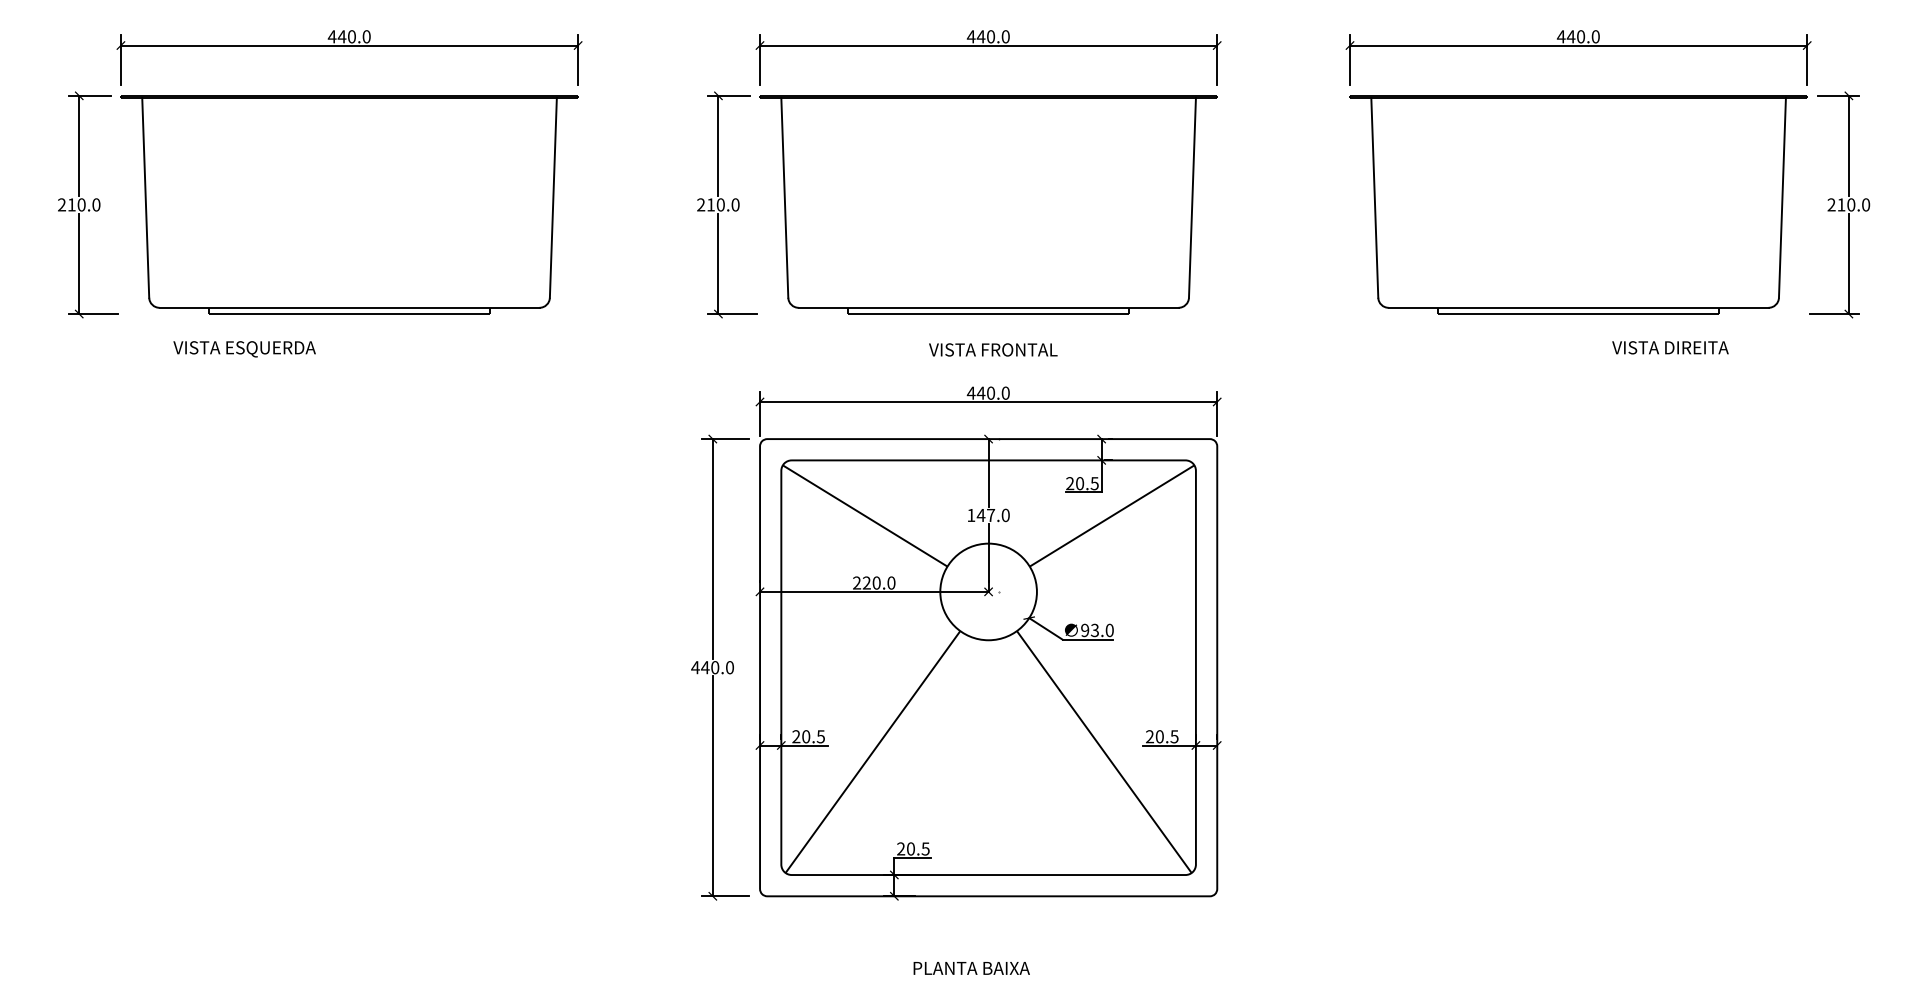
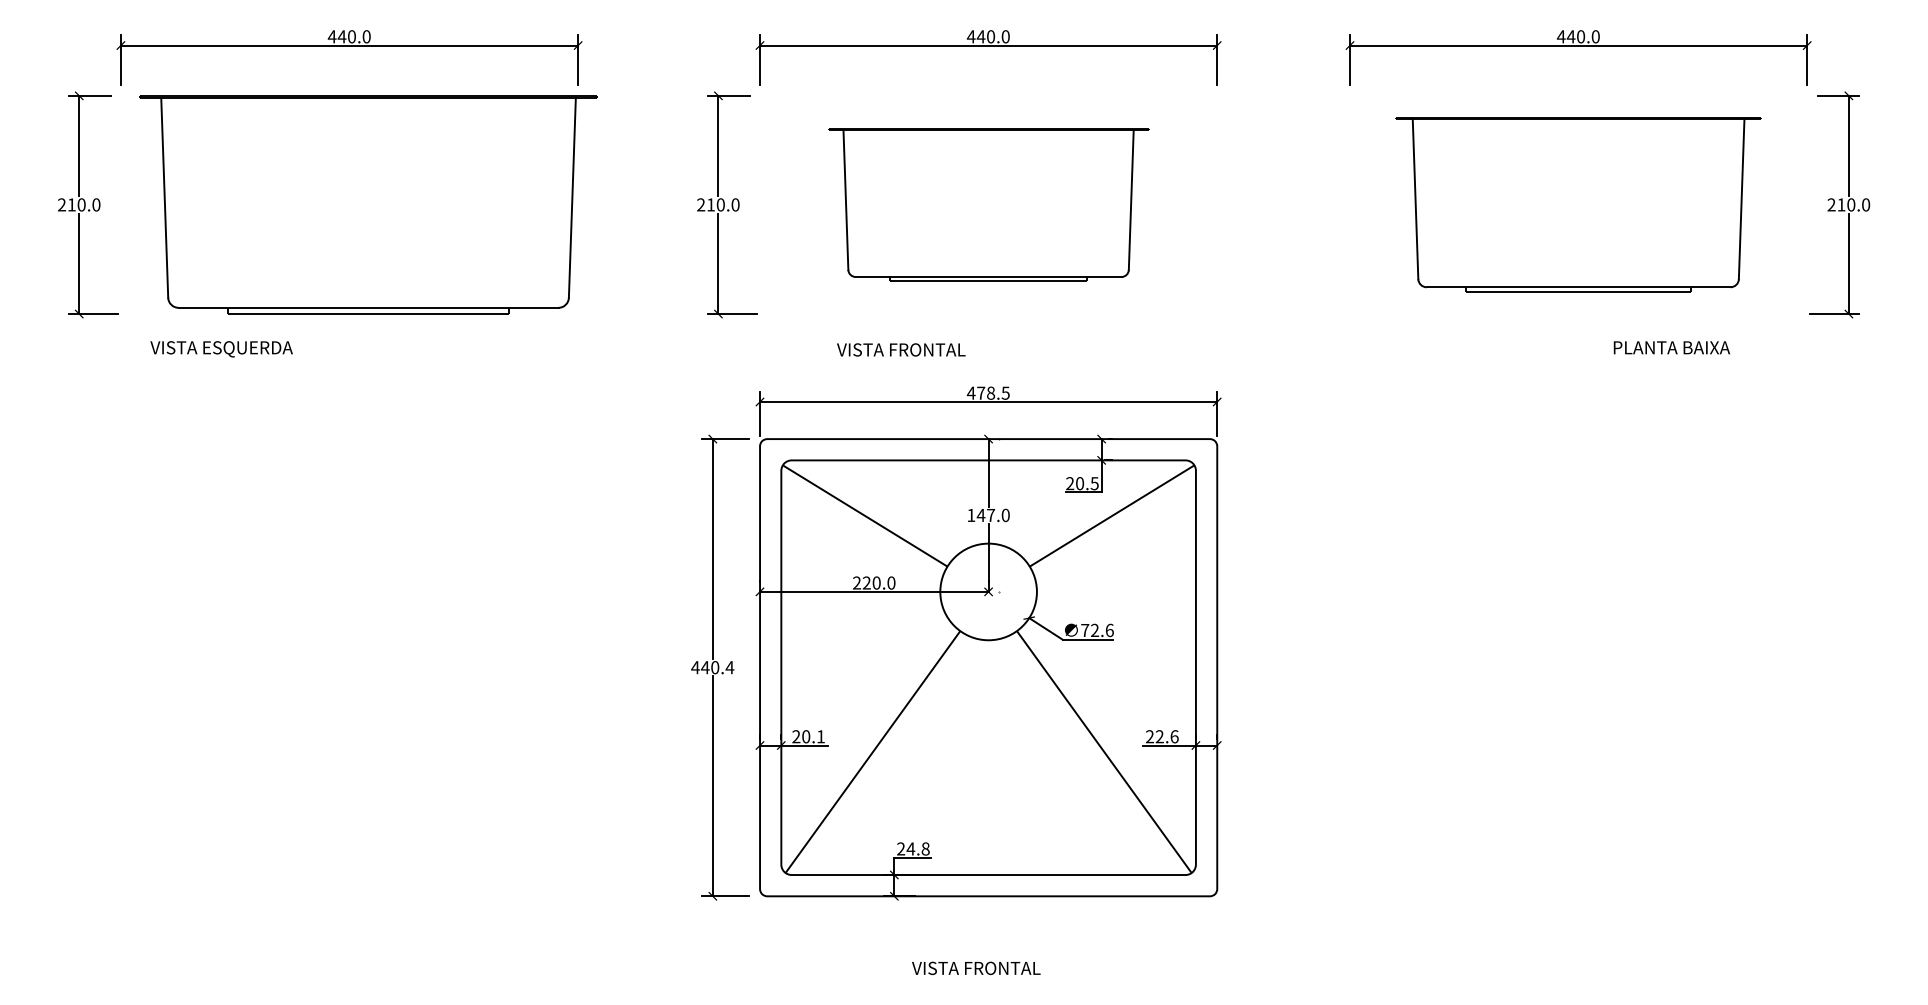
part at (349, 204) position: (349, 204) -> (368, 204)
part at (988, 204) size: 459x220 px -> 322x154 px
part at (1578, 204) size: 459x220 px -> 367x176 px
text at (1670, 347): VISTA DIREITA -> PLANTA BAIXA
text at (244, 349) position: (244, 349) -> (221, 349)
text at (993, 349) position: (993, 349) -> (901, 349)
text at (992, 392): 440.0 -> 478.5
text at (1097, 630): 93.0 -> 72.6
text at (729, 667): 440.0 -> 440.4
text at (820, 736): 20.5 -> 20.1
text at (1166, 736): 20.5 -> 22.6
text at (917, 848): 20.5 -> 24.8
text at (976, 968): PLANTA BAIXA -> VISTA FRONTAL
